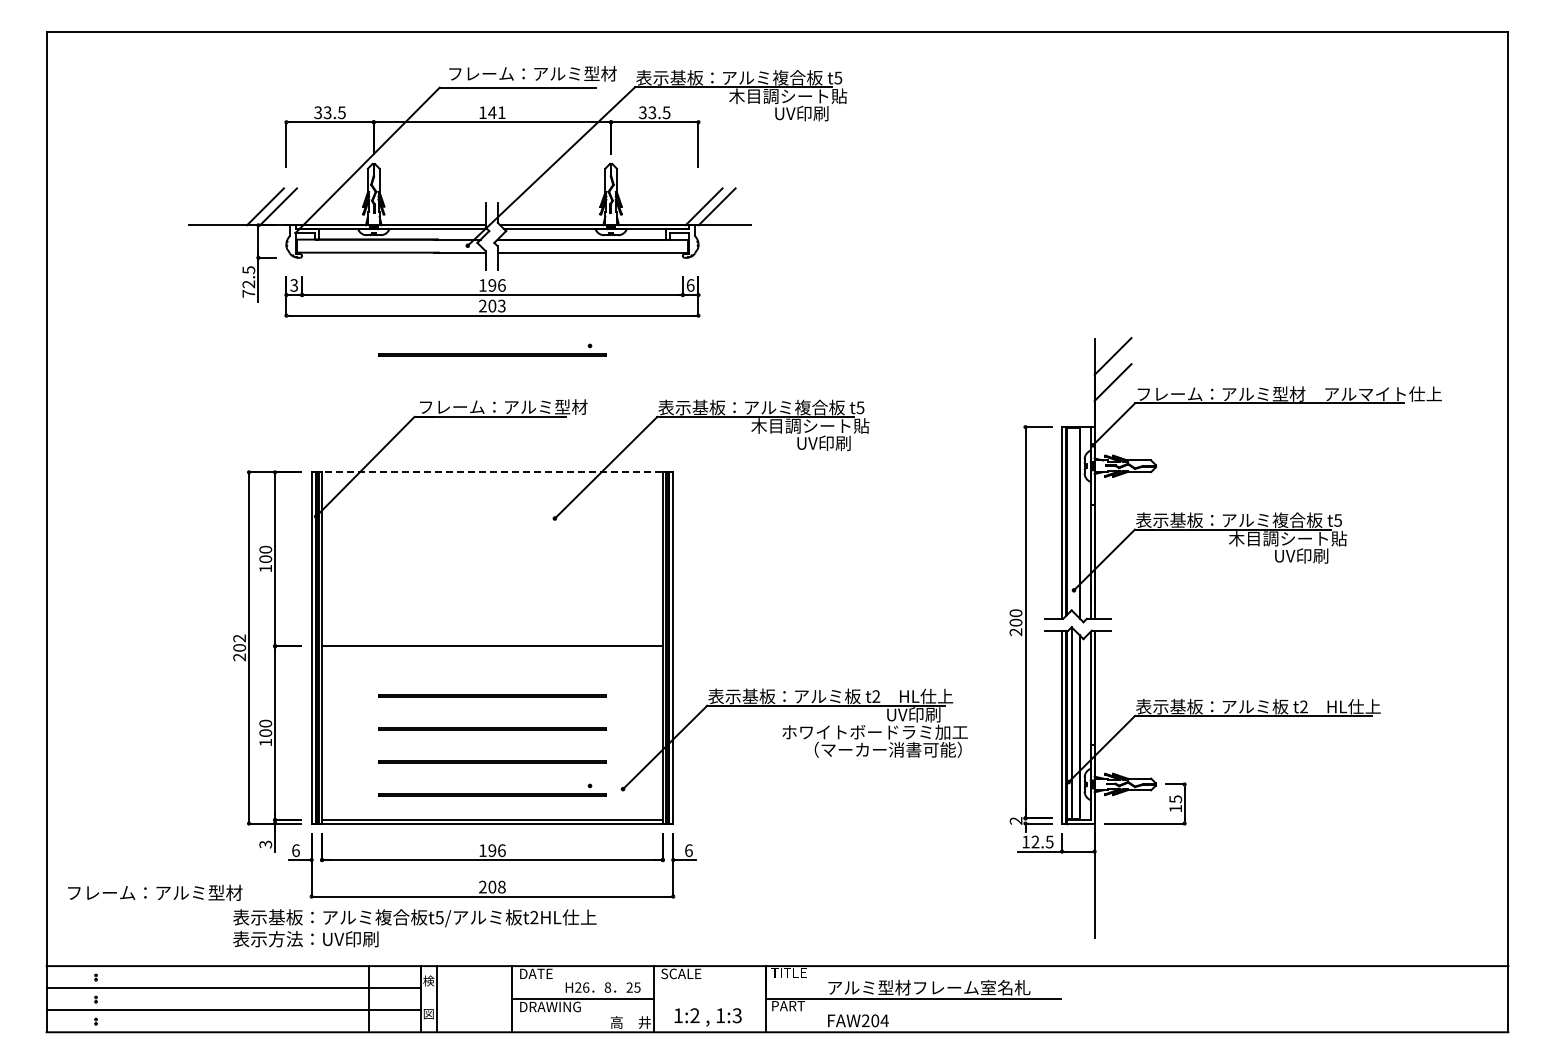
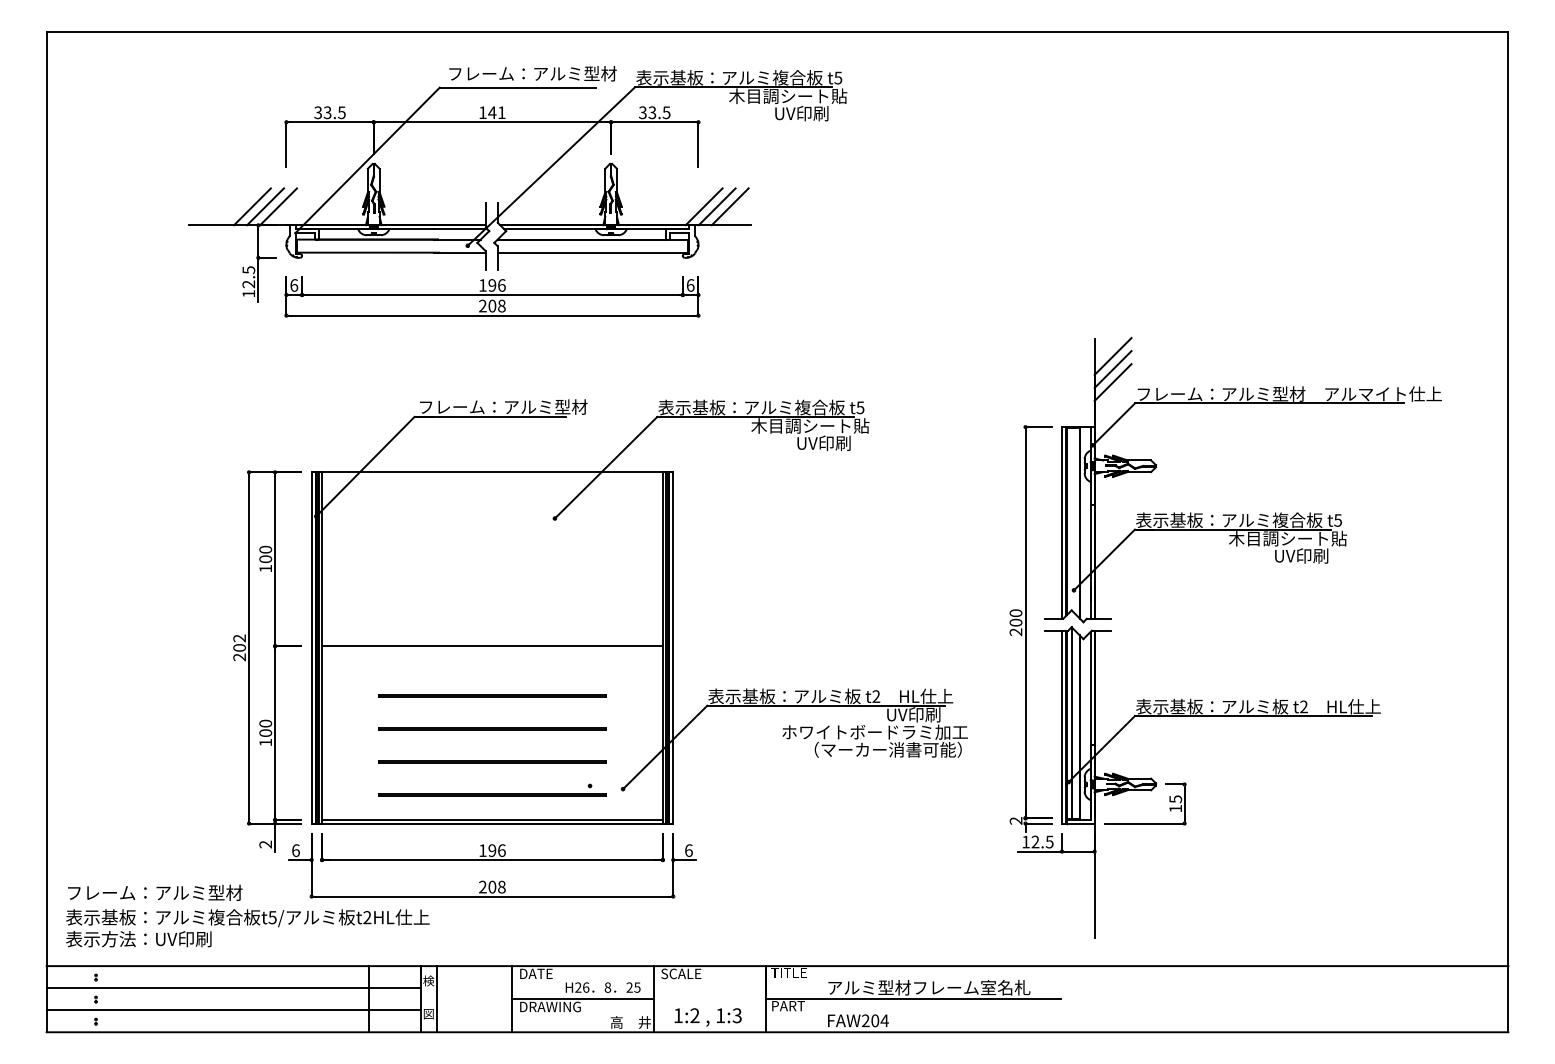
line at (252, 206): none -> present
line at (729, 206): none -> present
text at (294, 285): 3 -> 6
text at (248, 293): 72.5 -> 12.5
text at (501, 305): 203 -> 208
part at (492, 349): present -> none
line at (1112, 369): none -> present
line at (492, 472): dashed -> solid
text at (266, 844): 3 -> 2
text at (414, 928) position: (414, 928) -> (247, 928)
